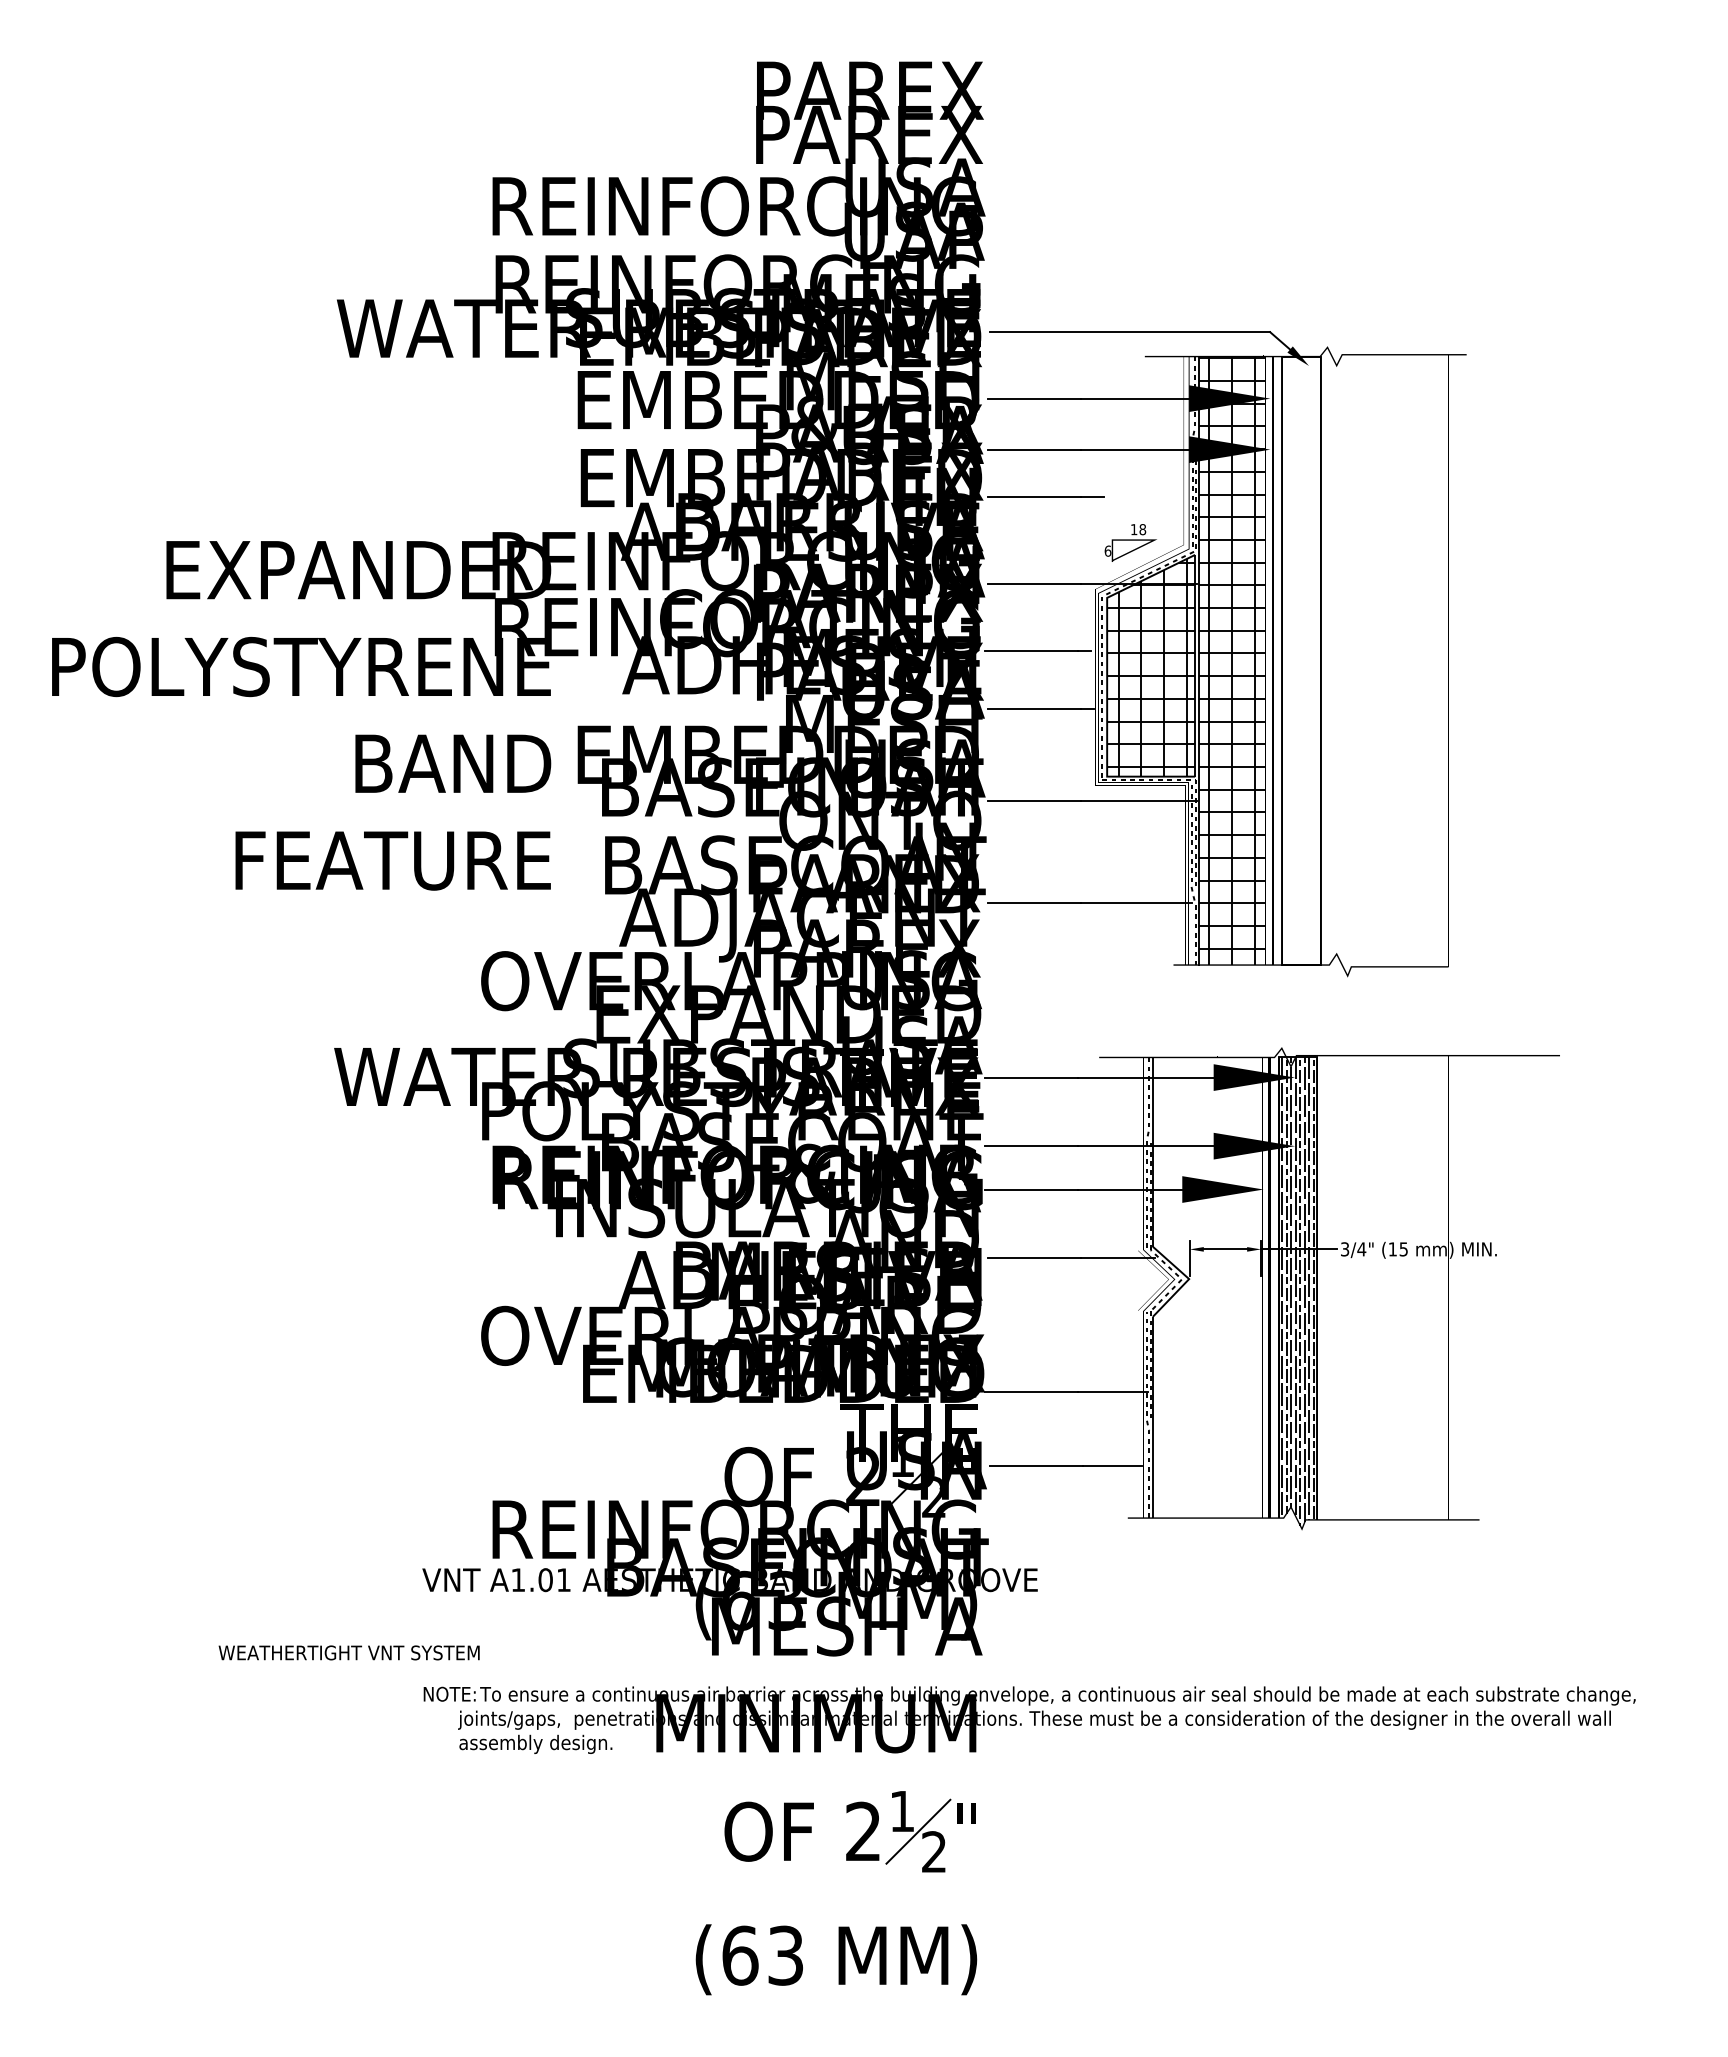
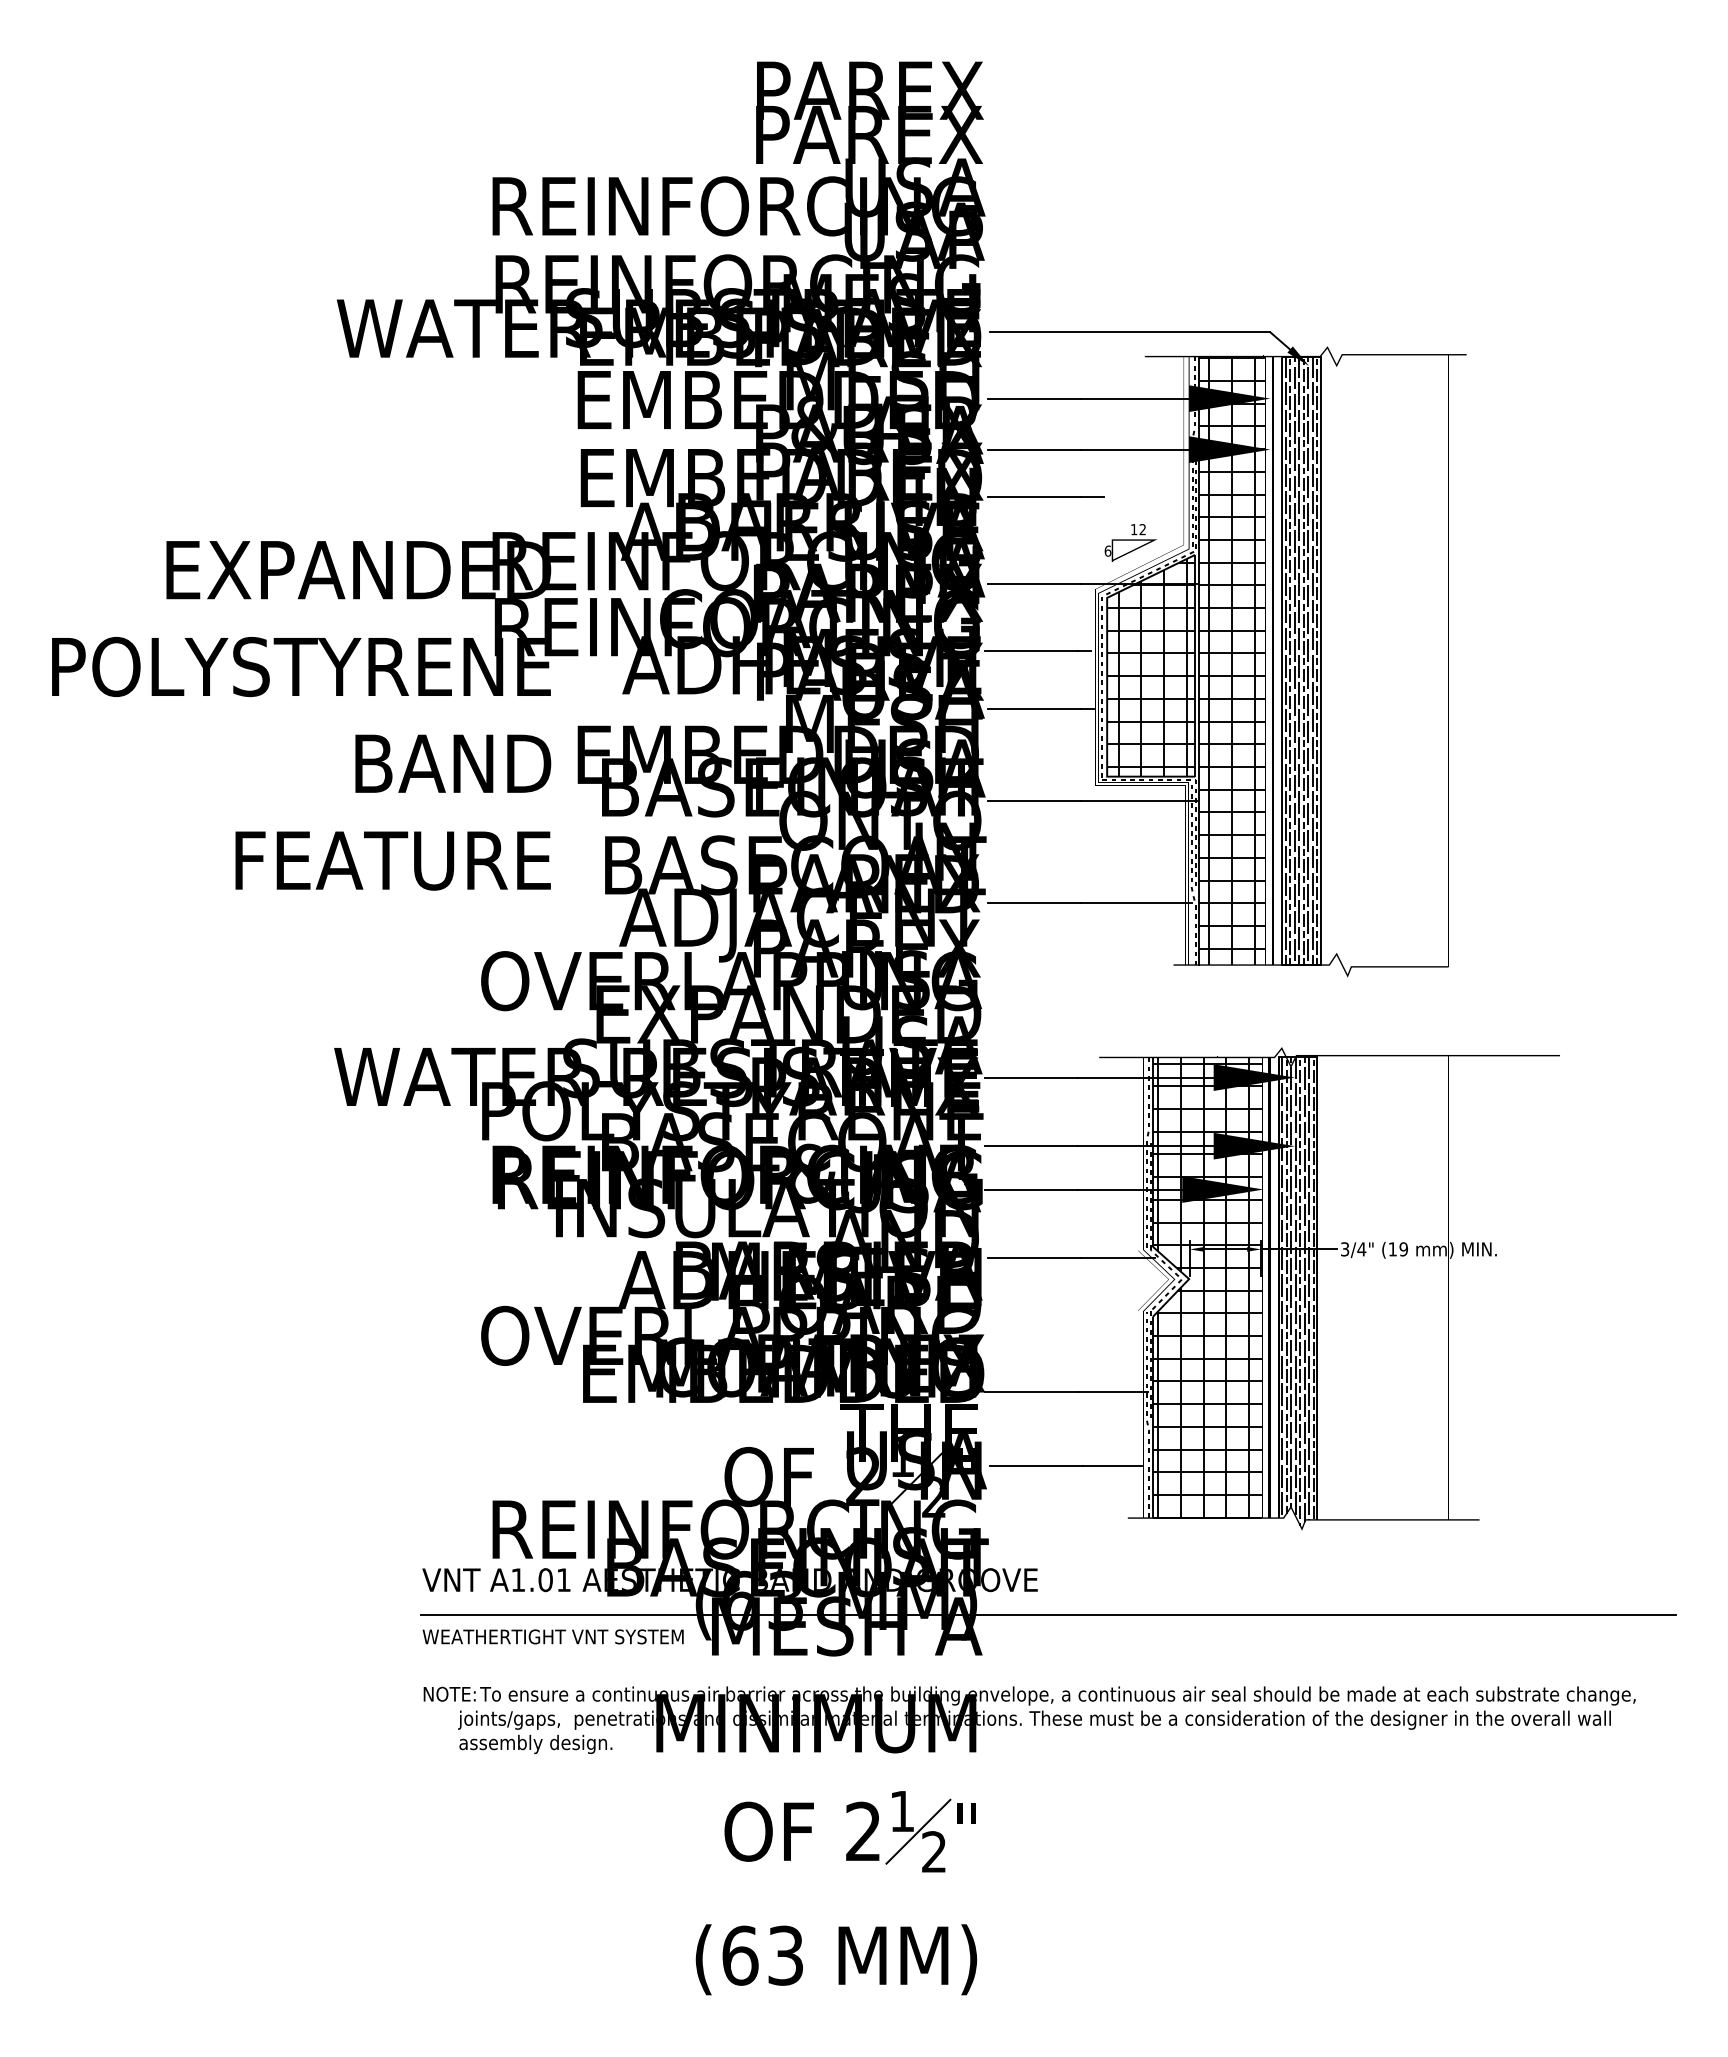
text at (1142, 529): 18 -> 12
hatch at (1301, 660): none -> present
text at (1403, 1249): (15 -> (19
hatch at (1207, 1287): none -> present
line at (1048, 1614): none -> present
text at (348, 1652) position: (348, 1652) -> (552, 1636)
